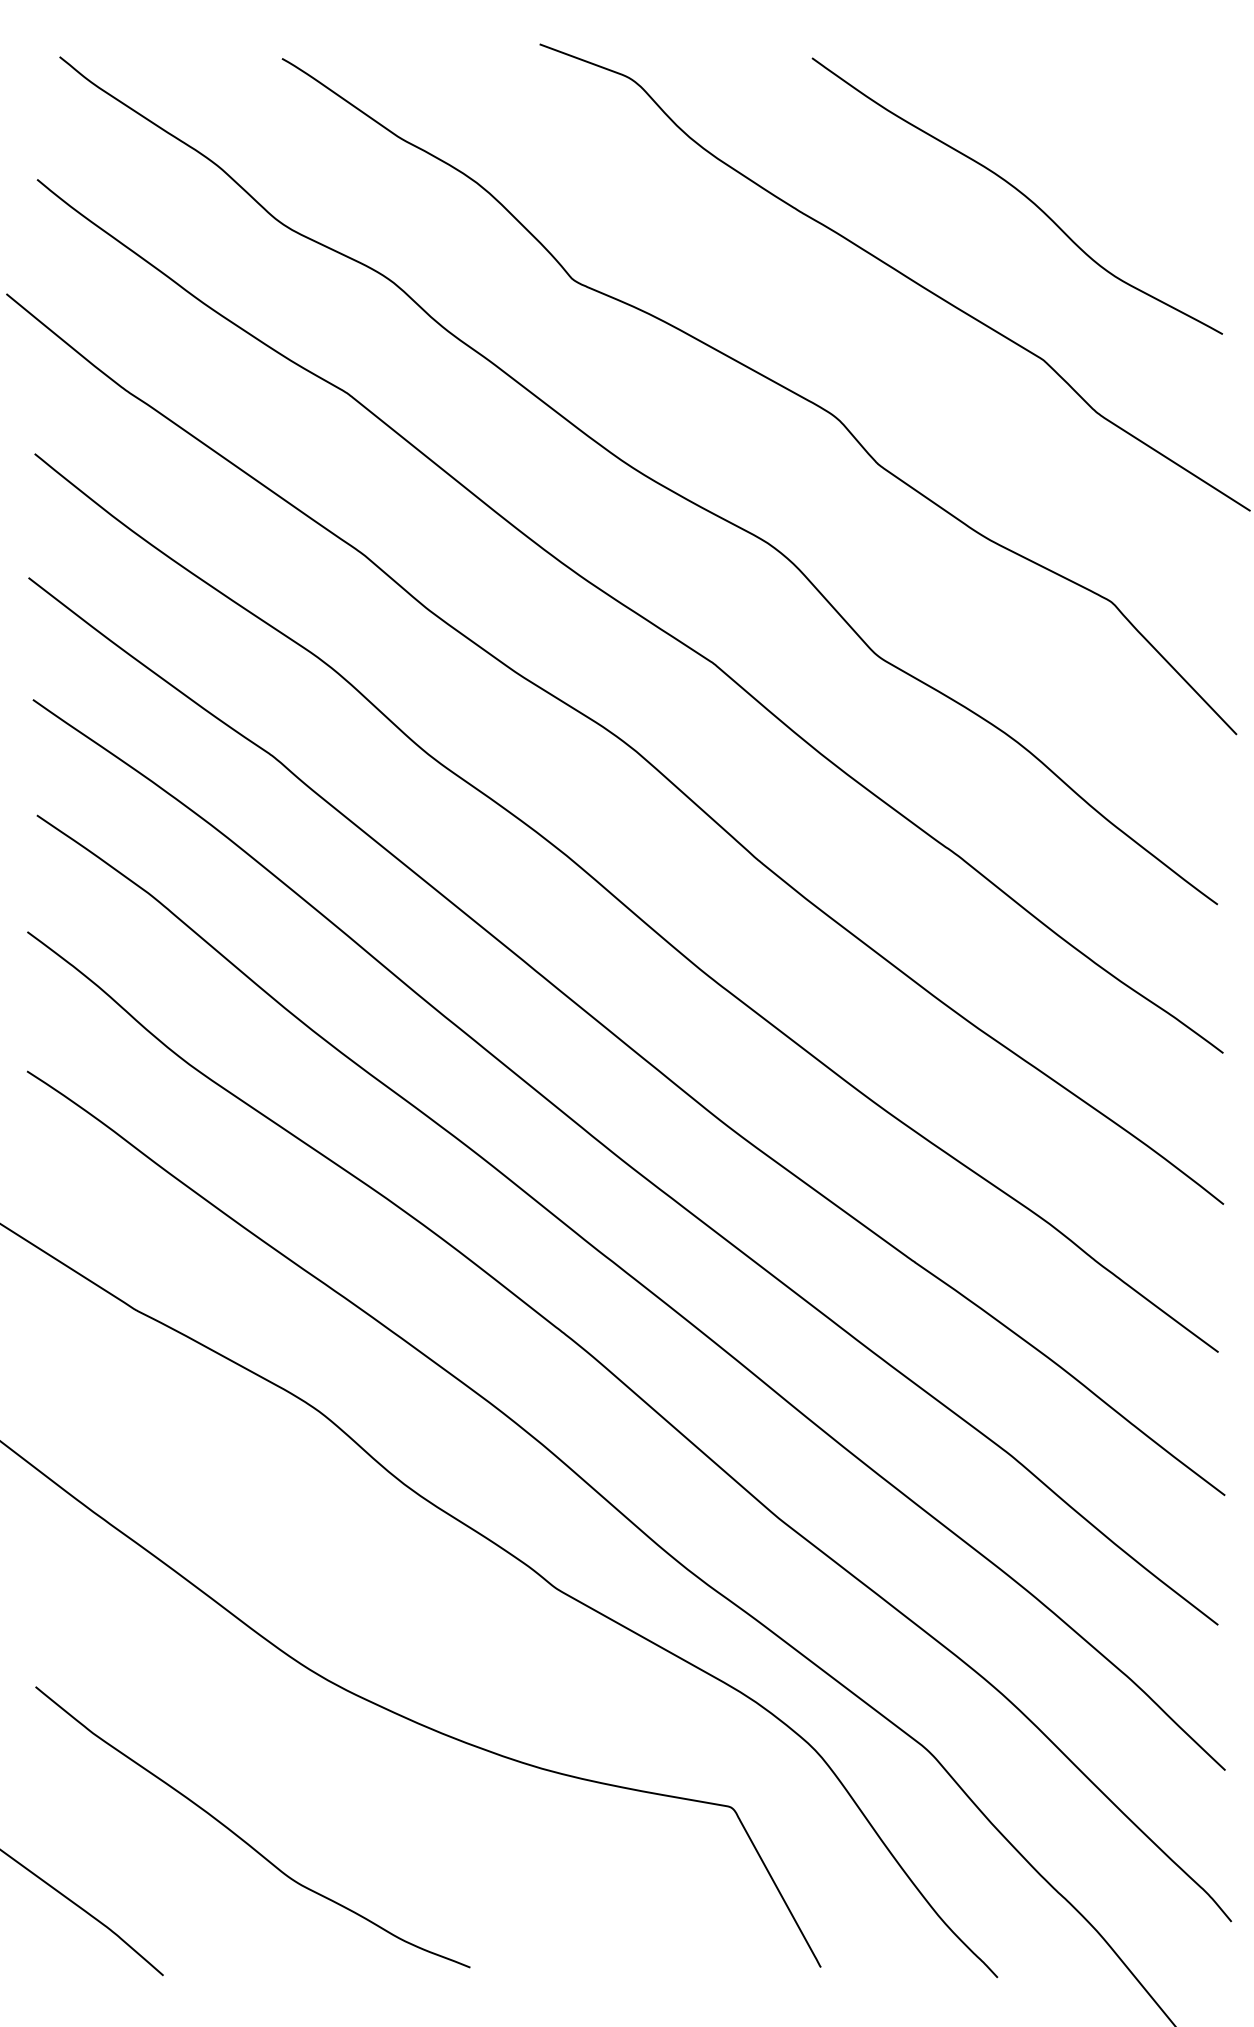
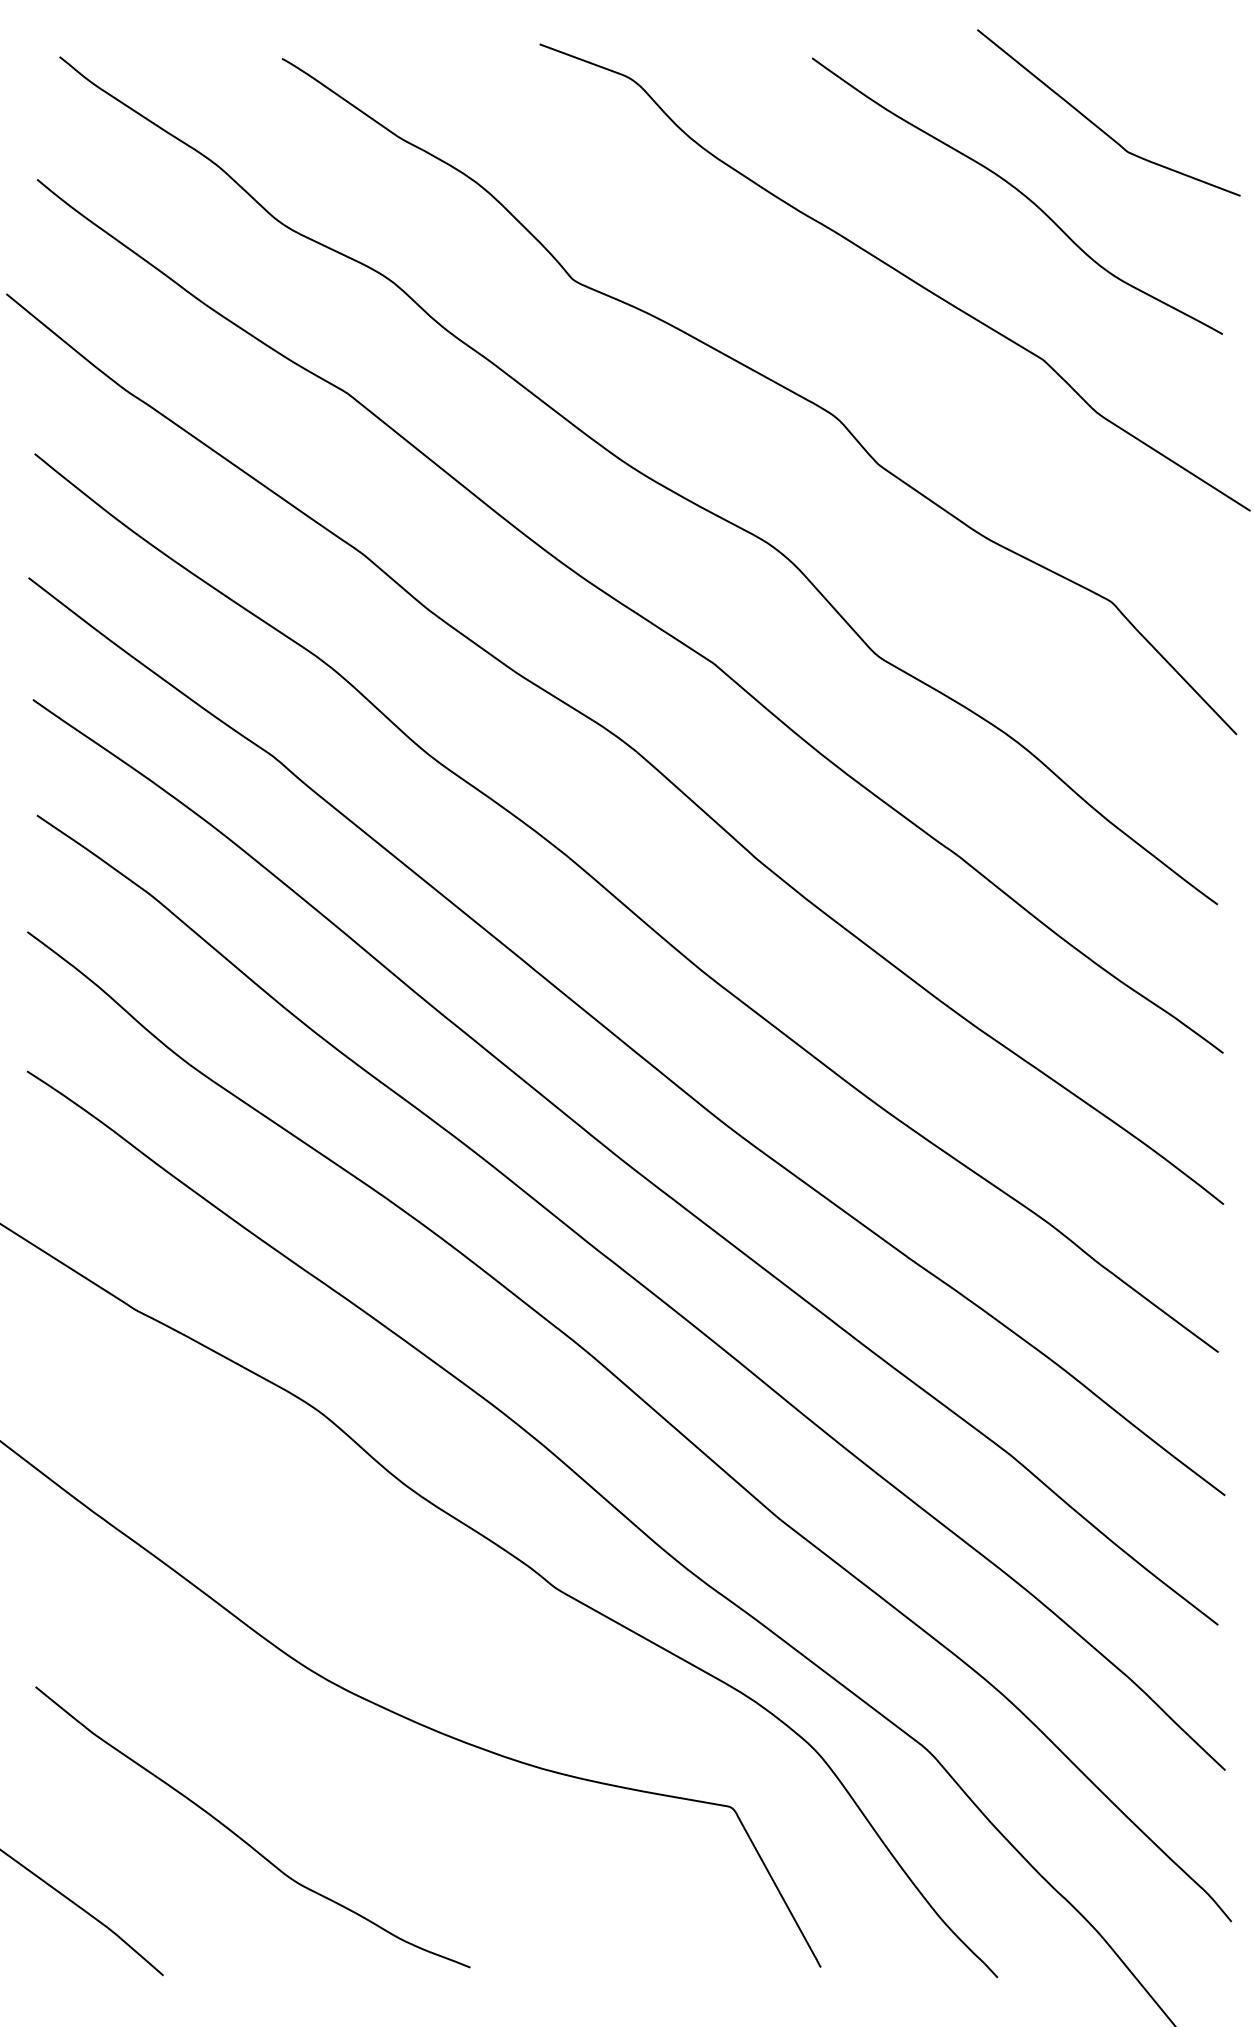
curve at (1096, 124): none -> present
